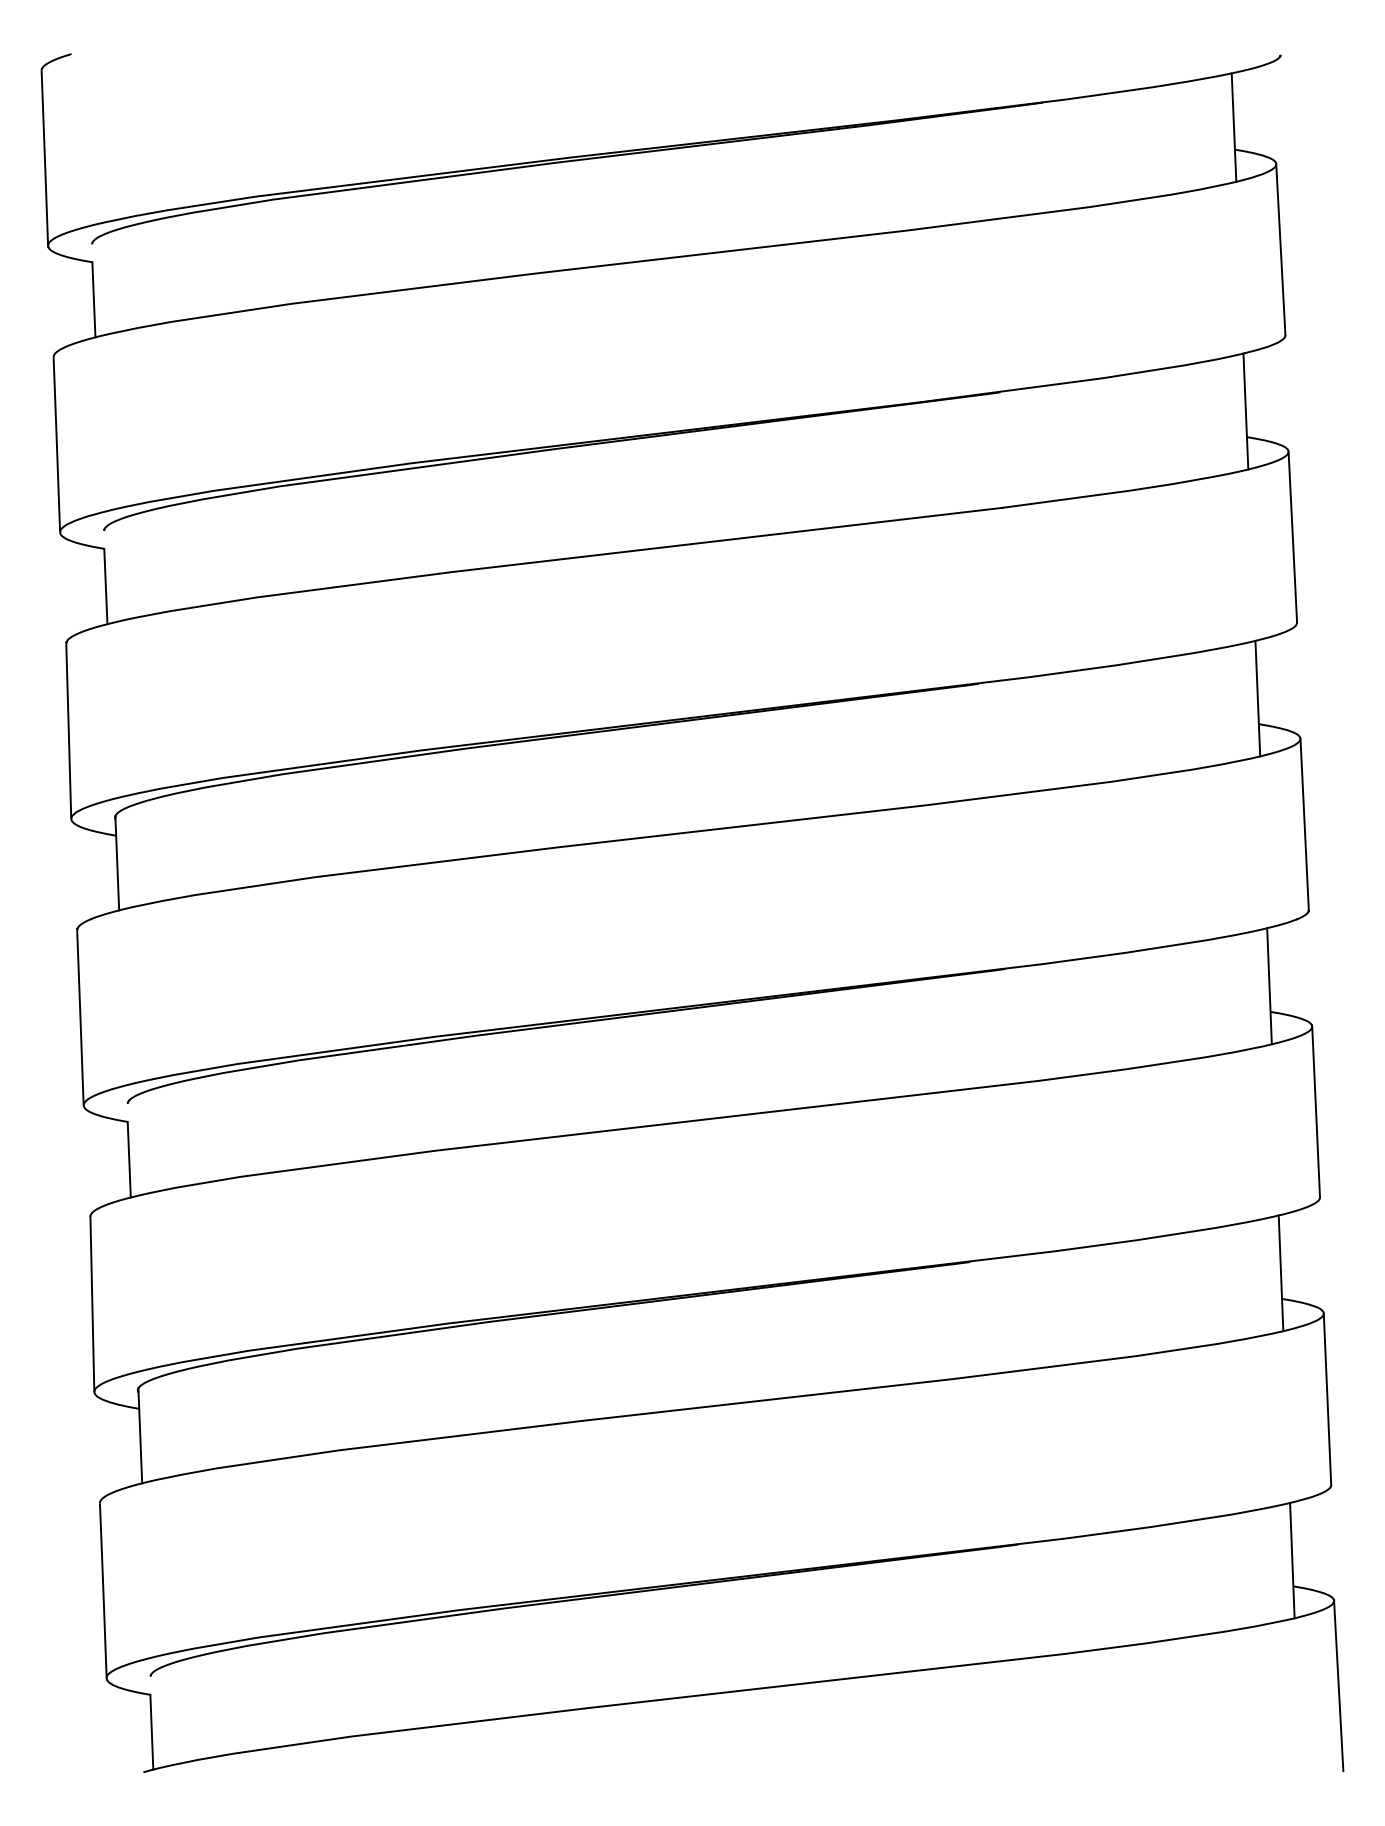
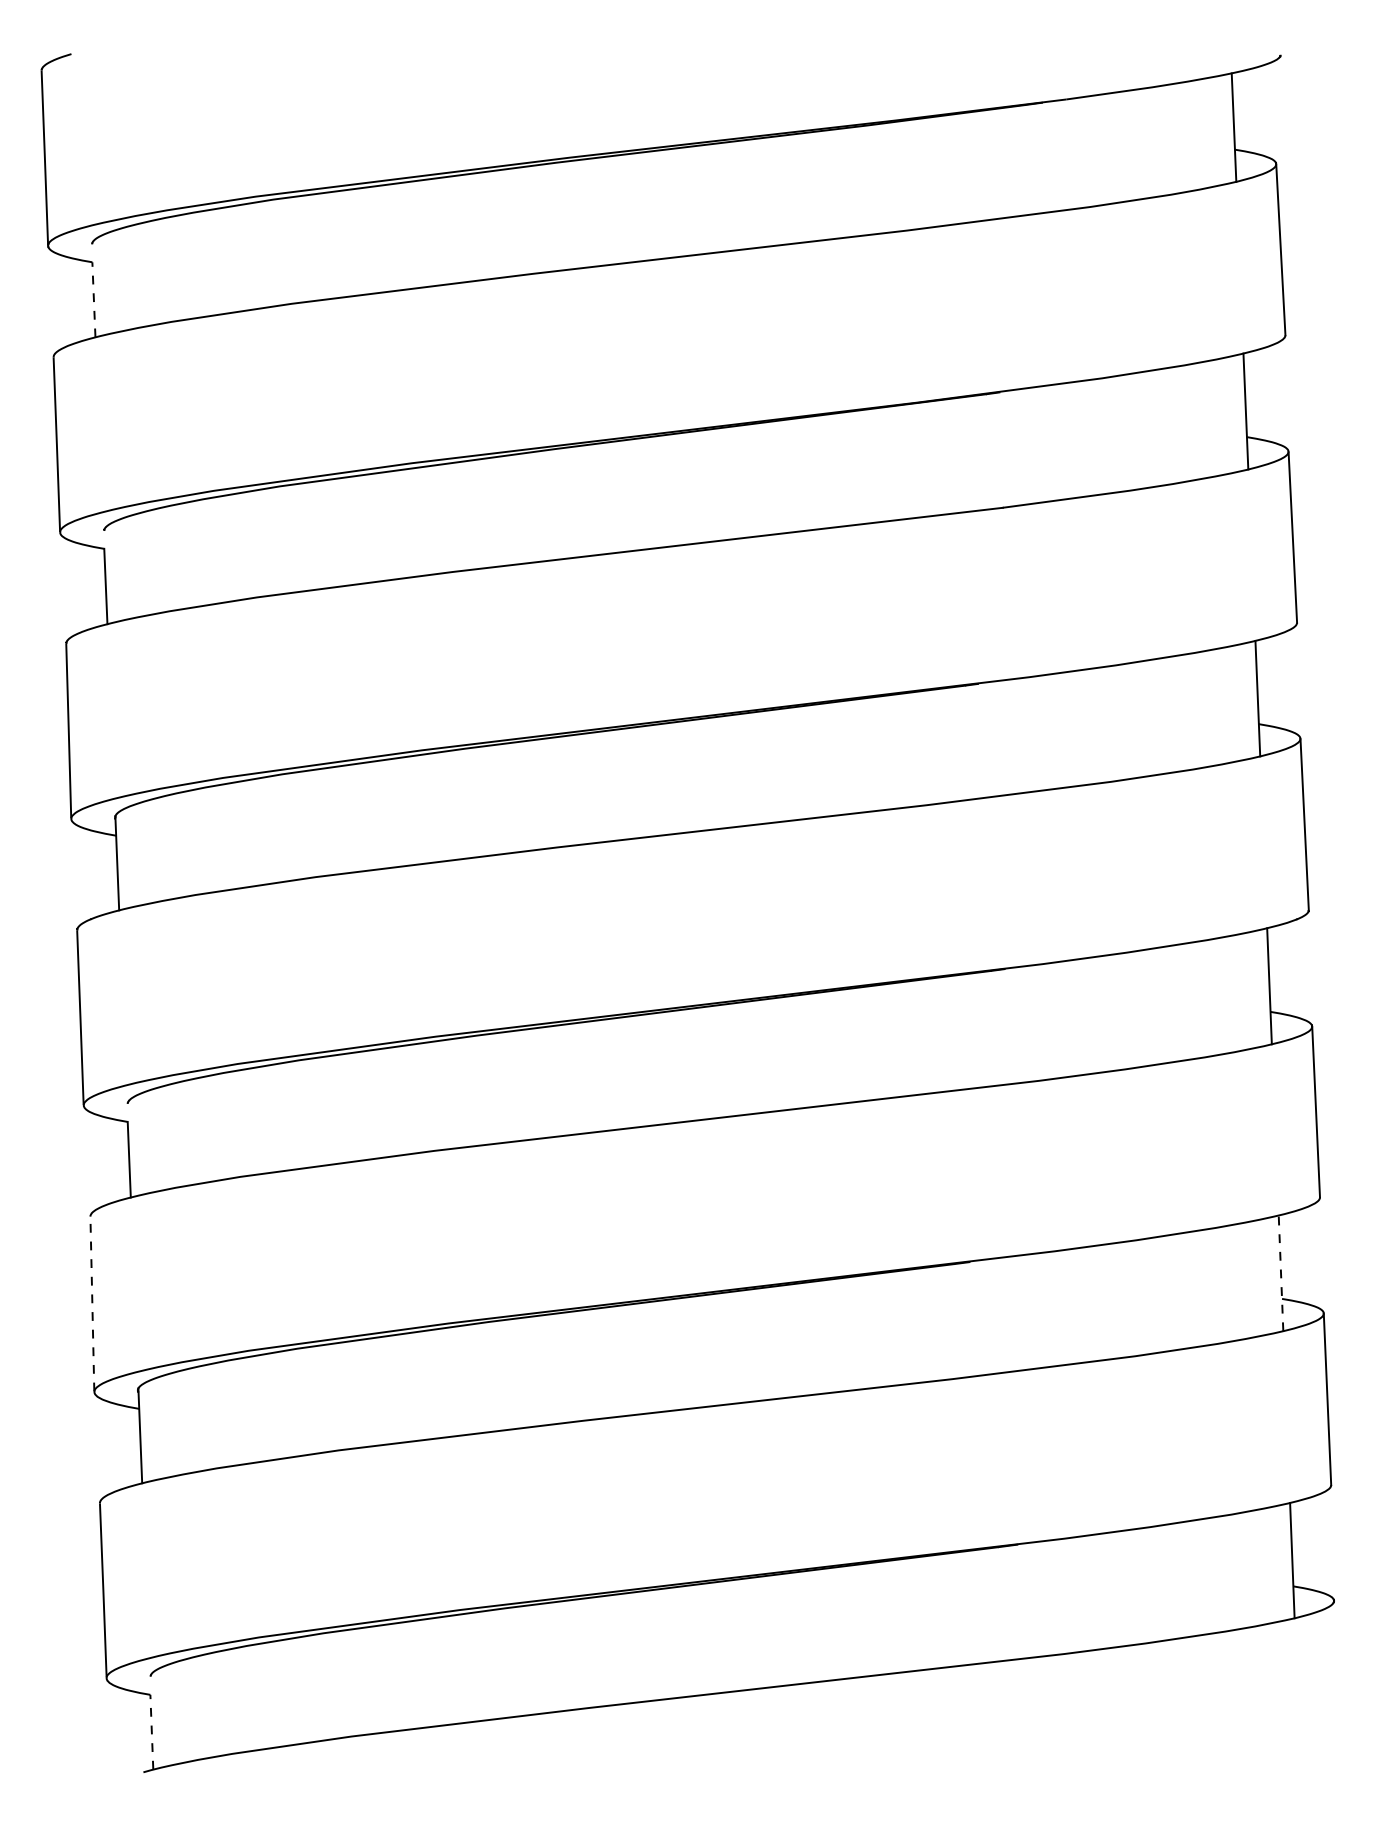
line at (93, 299): solid -> dashed
line at (1281, 1273): solid -> dashed
line at (92, 1303): solid -> dashed
line at (1338, 1686): present -> none
line at (151, 1731): solid -> dashed
